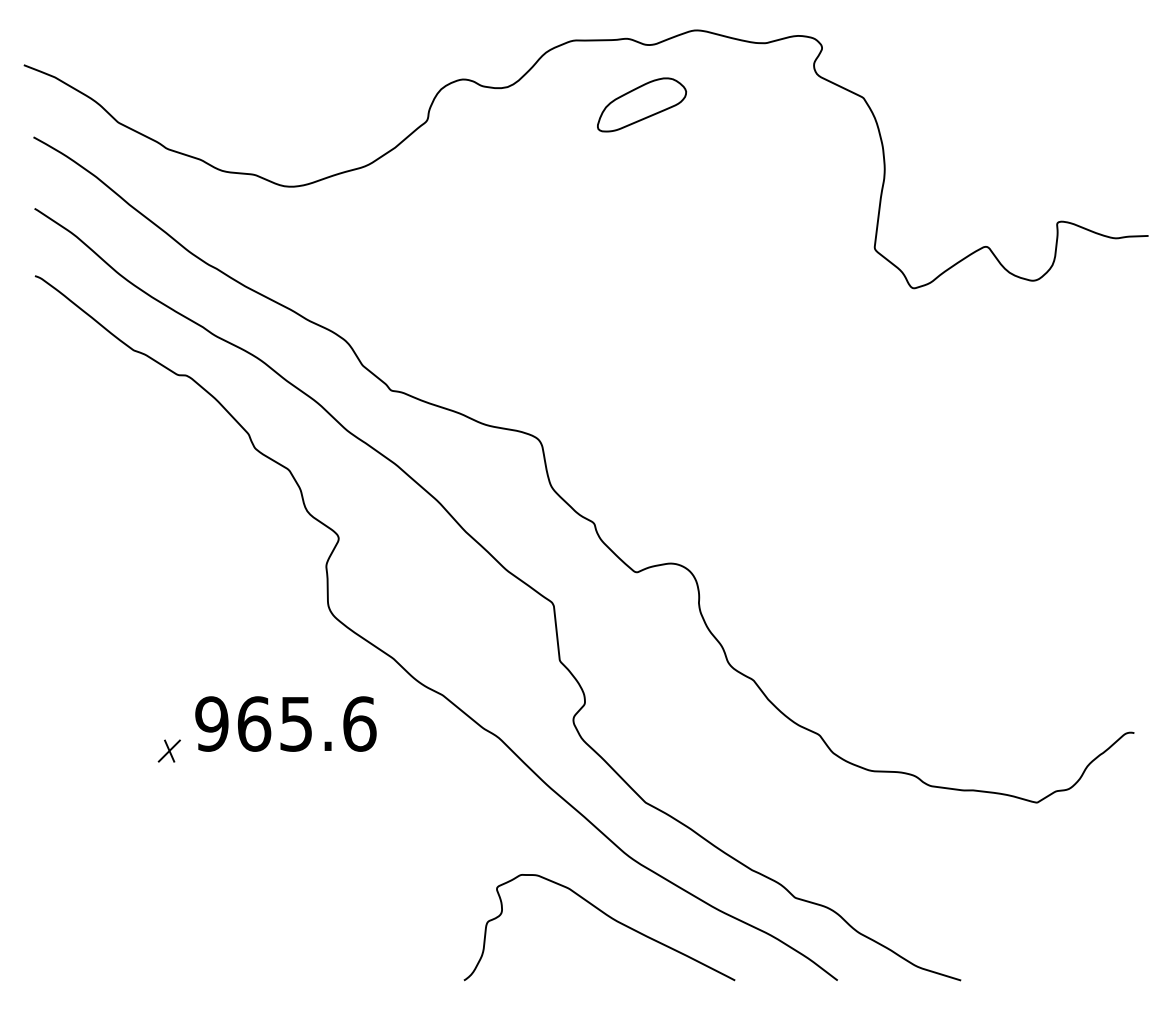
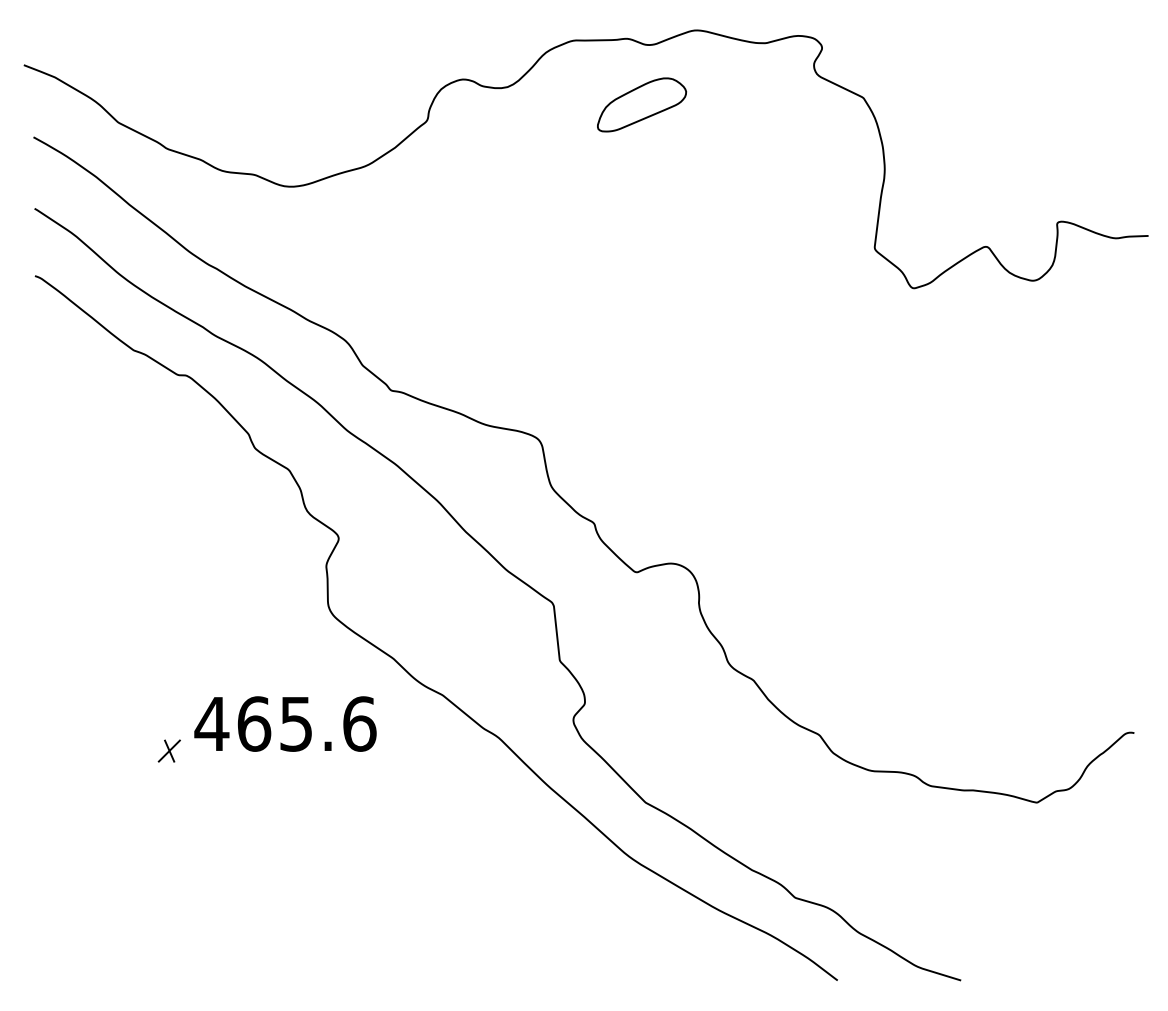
text at (211, 723): 965.6 -> 465.6
curve at (605, 915): present -> none
